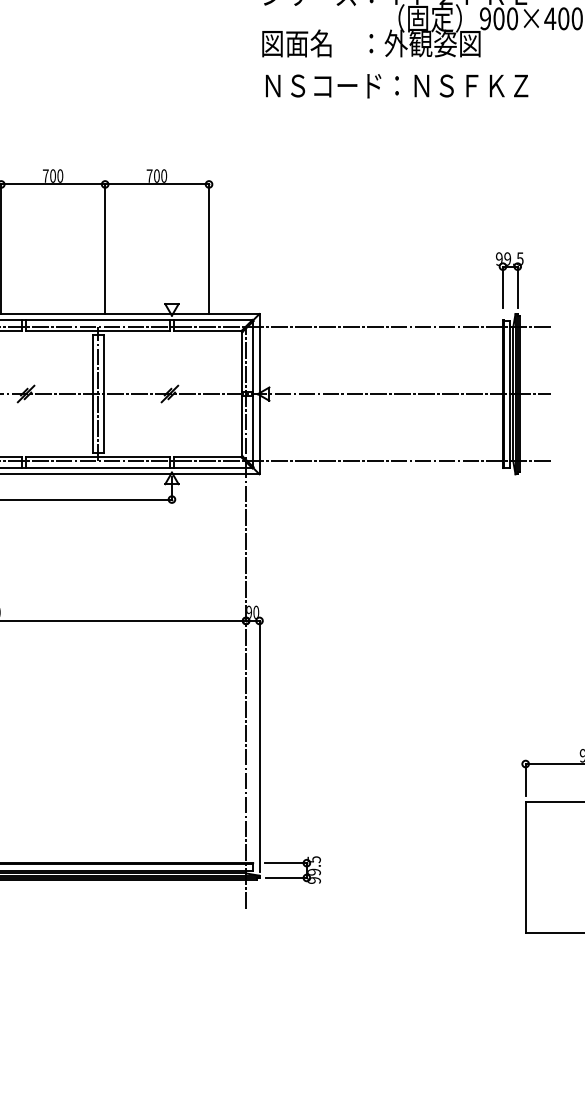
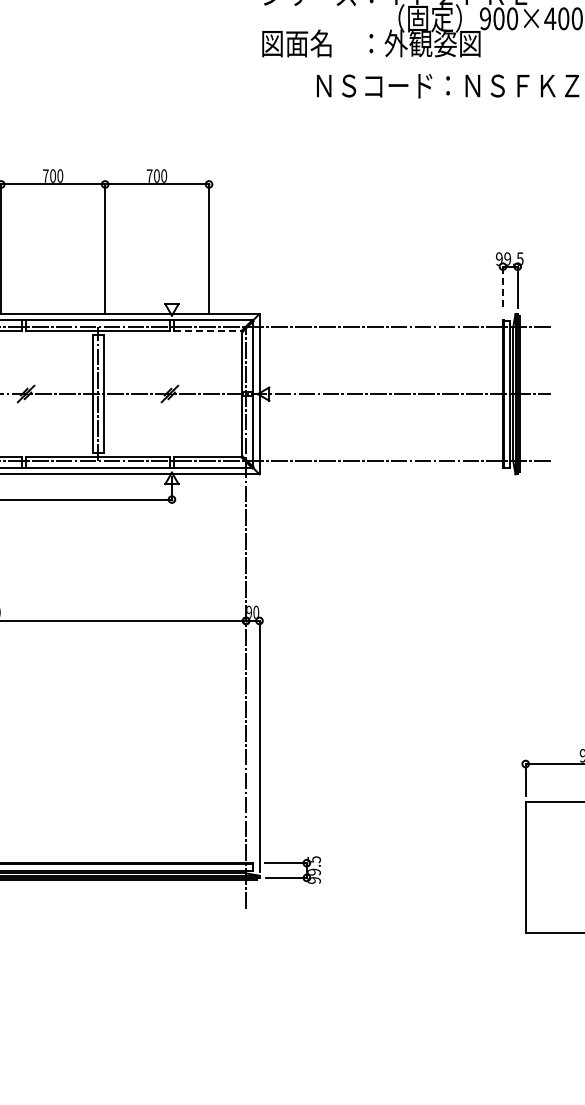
text at (397, 86) position: (397, 86) -> (448, 86)
line at (502, 287): solid -> dashed
line at (207, 331): solid -> dashed
